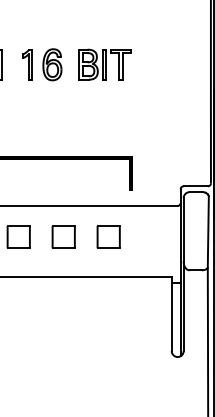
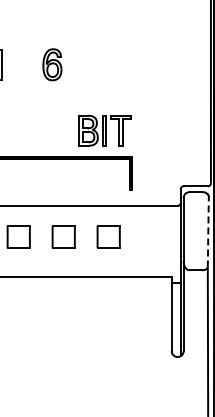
part at (27, 64): present -> none
part at (104, 64) position: (104, 64) -> (104, 130)
line at (208, 231): solid -> dashed
